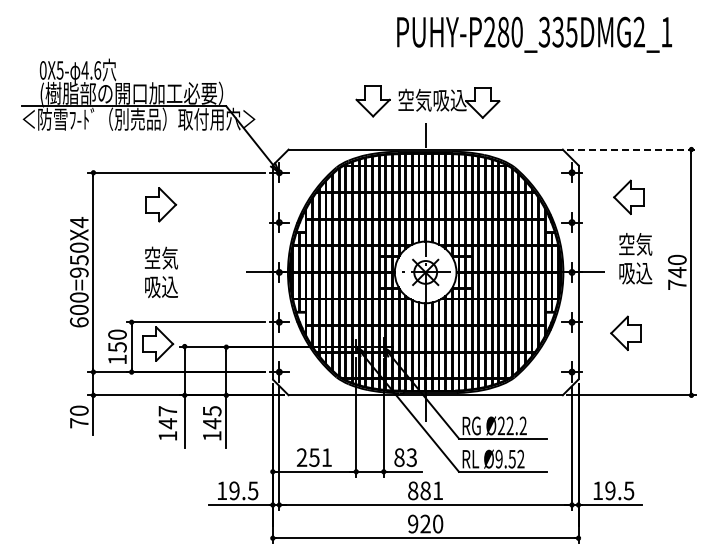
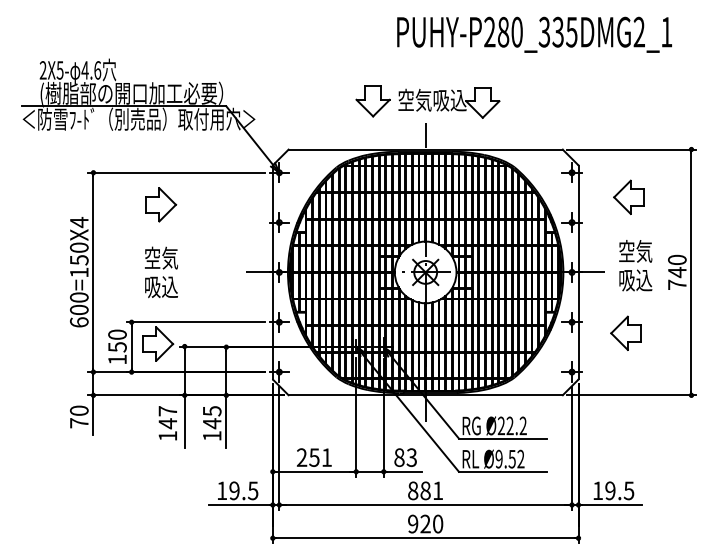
text at (42, 70): 0X5- -> 2X5-
line at (631, 149): dashed -> solid
text at (635, 258) position: (635, 258) -> (635, 265)
text at (79, 272): 600=950X4 -> 600=150X4
